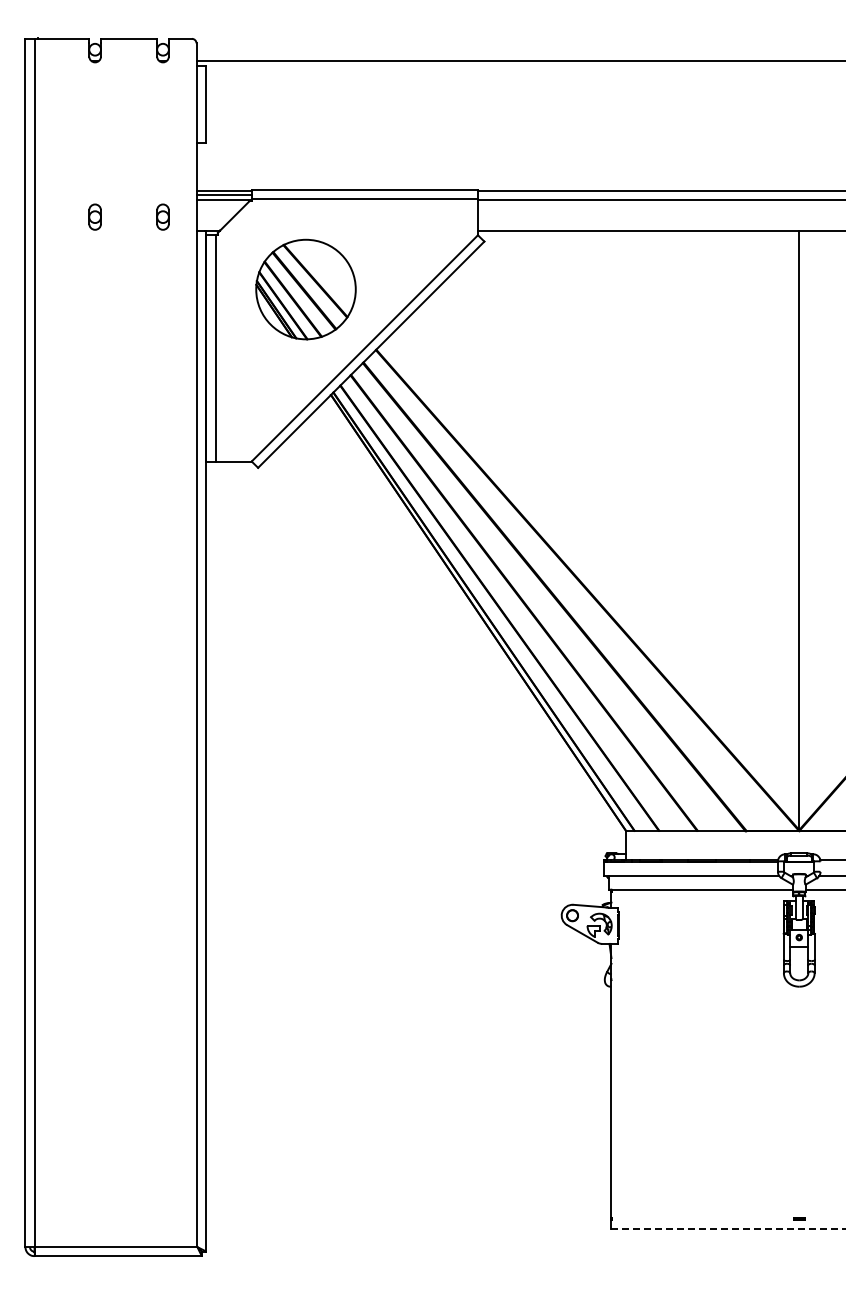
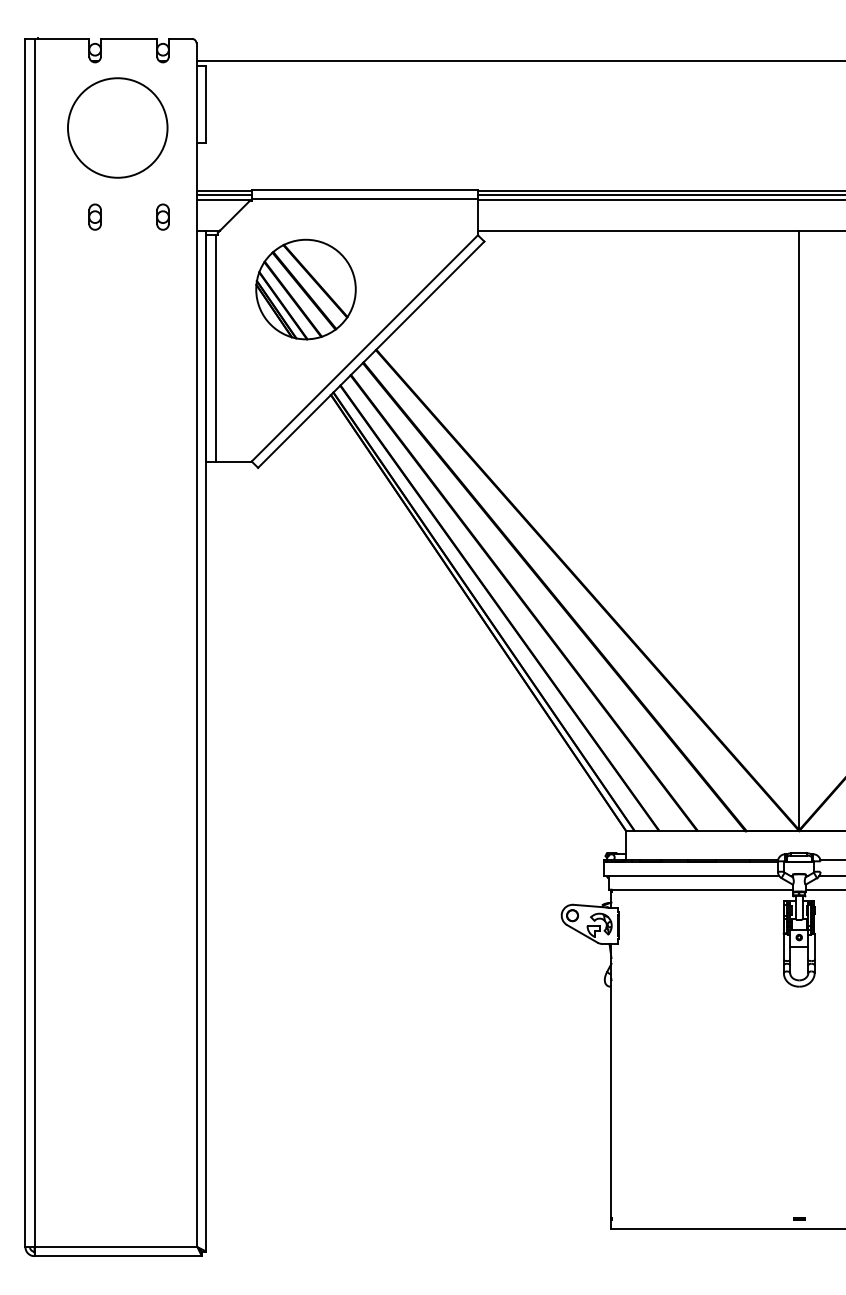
circle at (117, 127): none -> present
line at (659, 194): none -> present
line at (728, 1229): dashed -> solid
